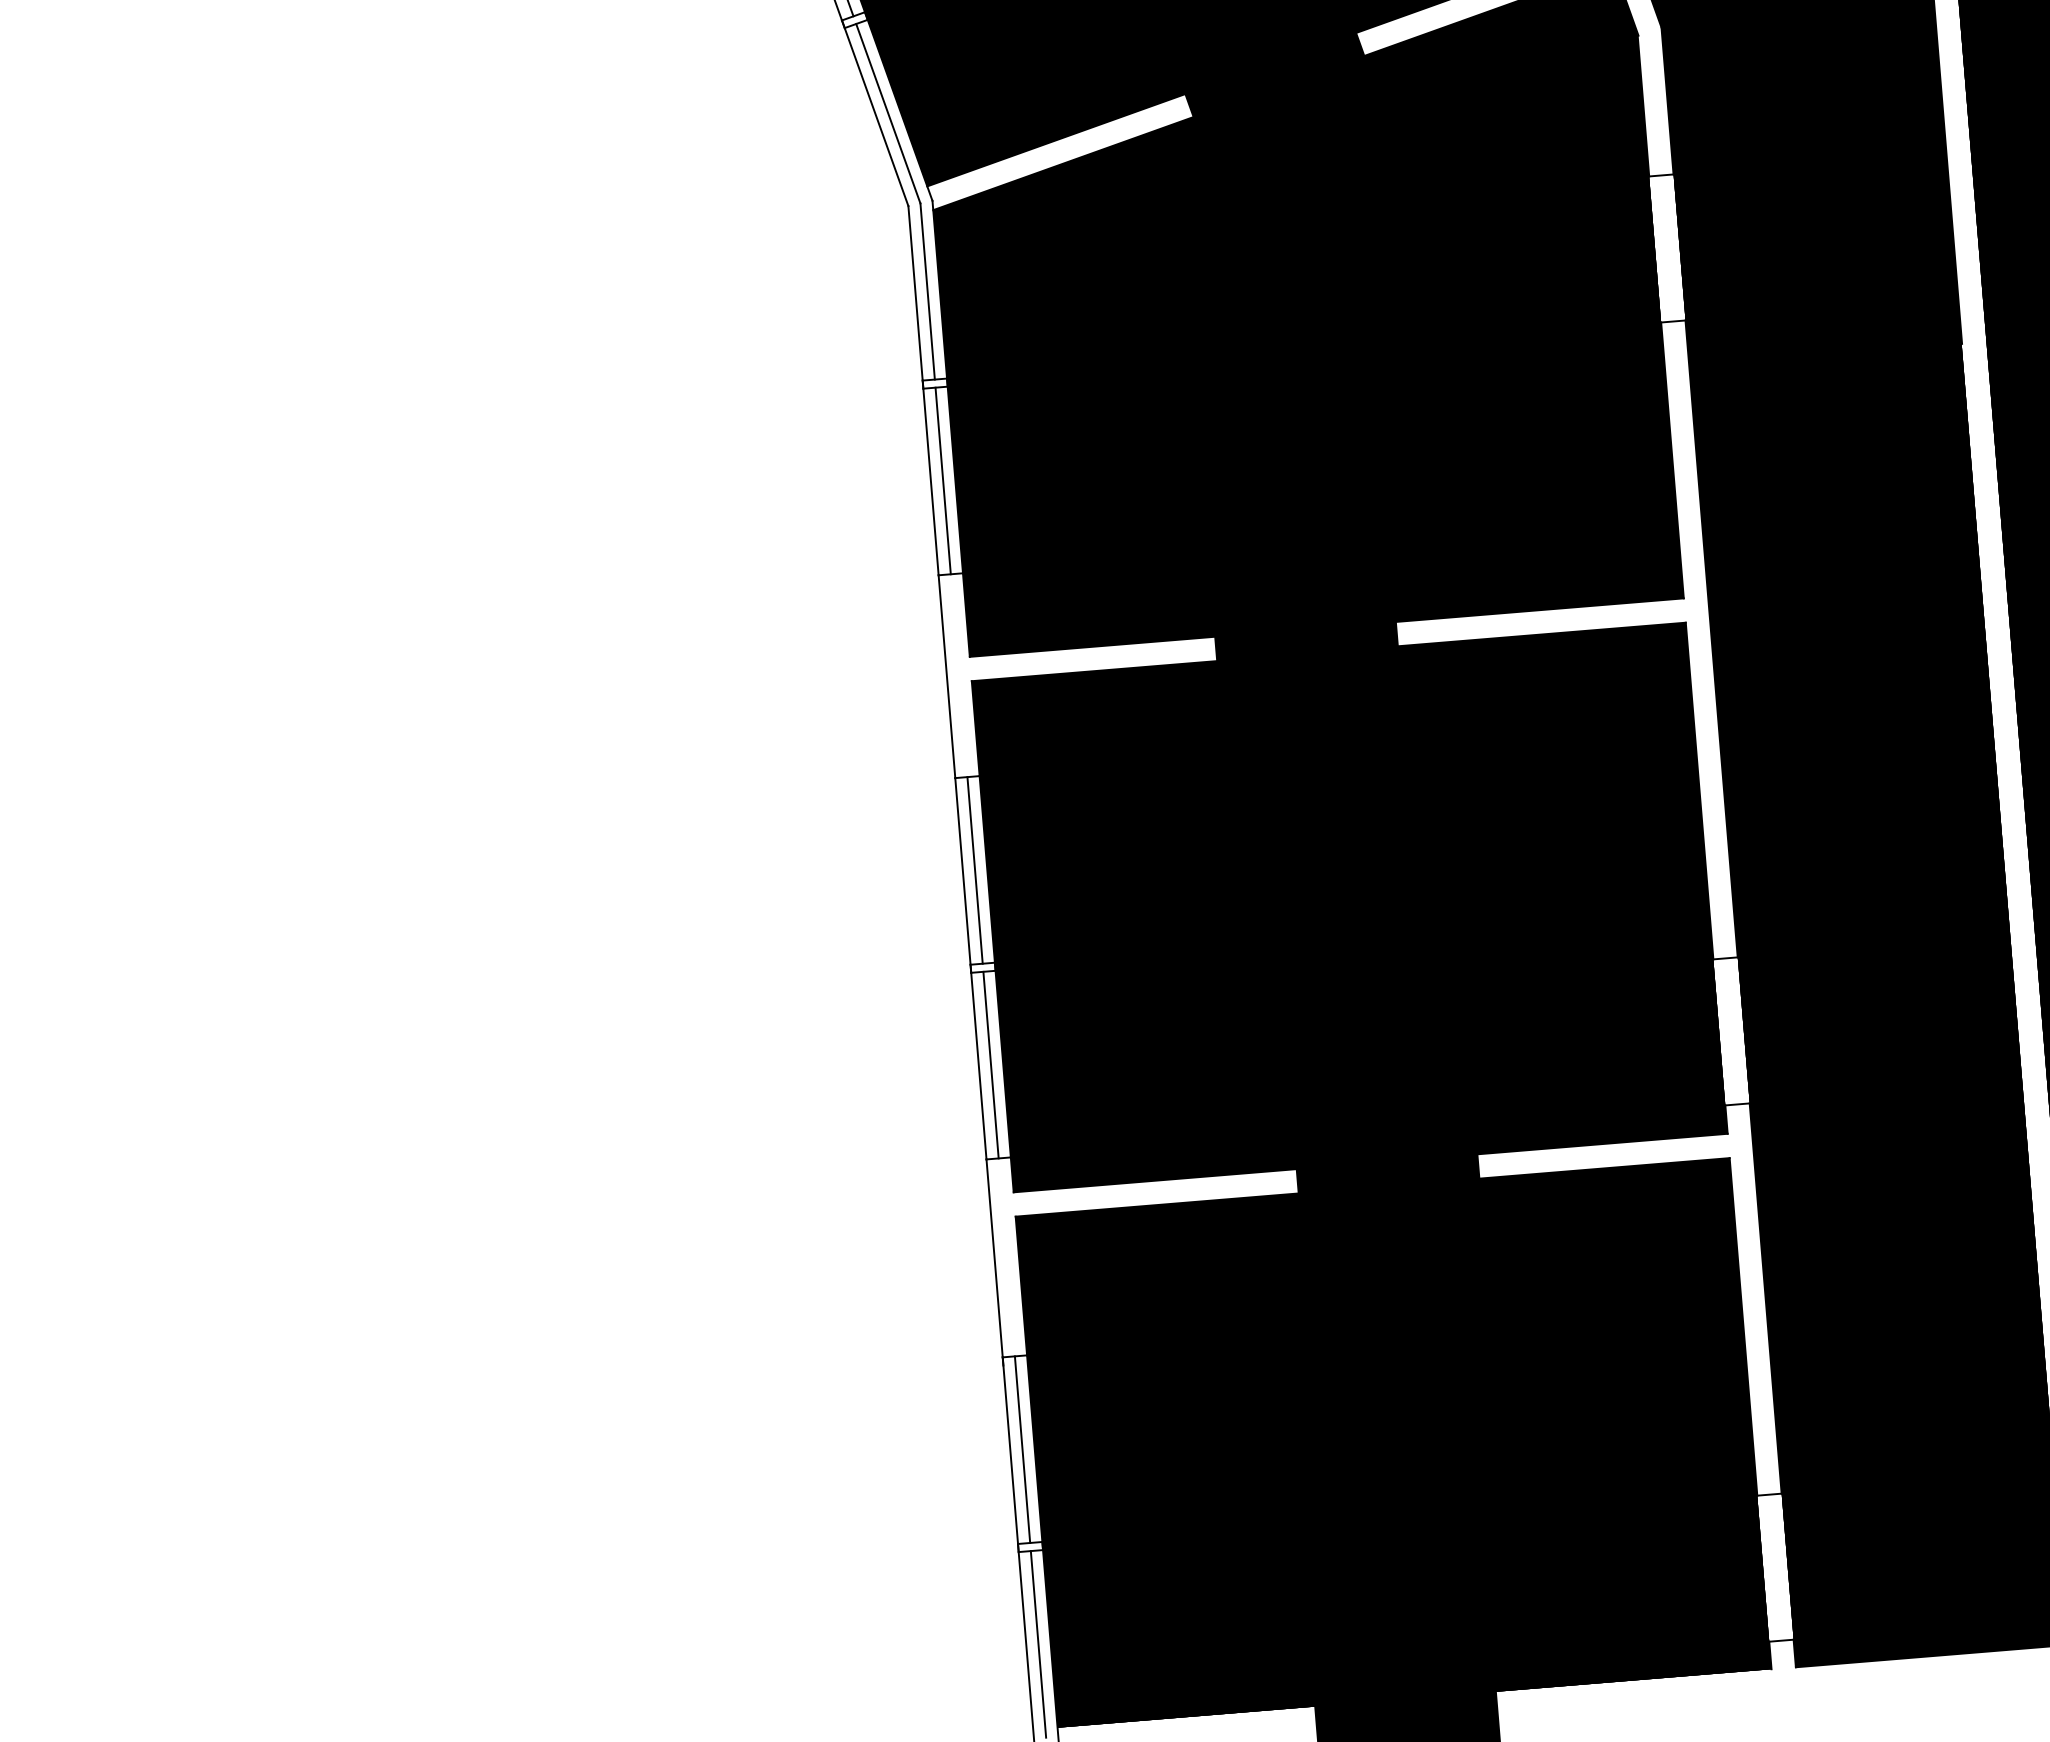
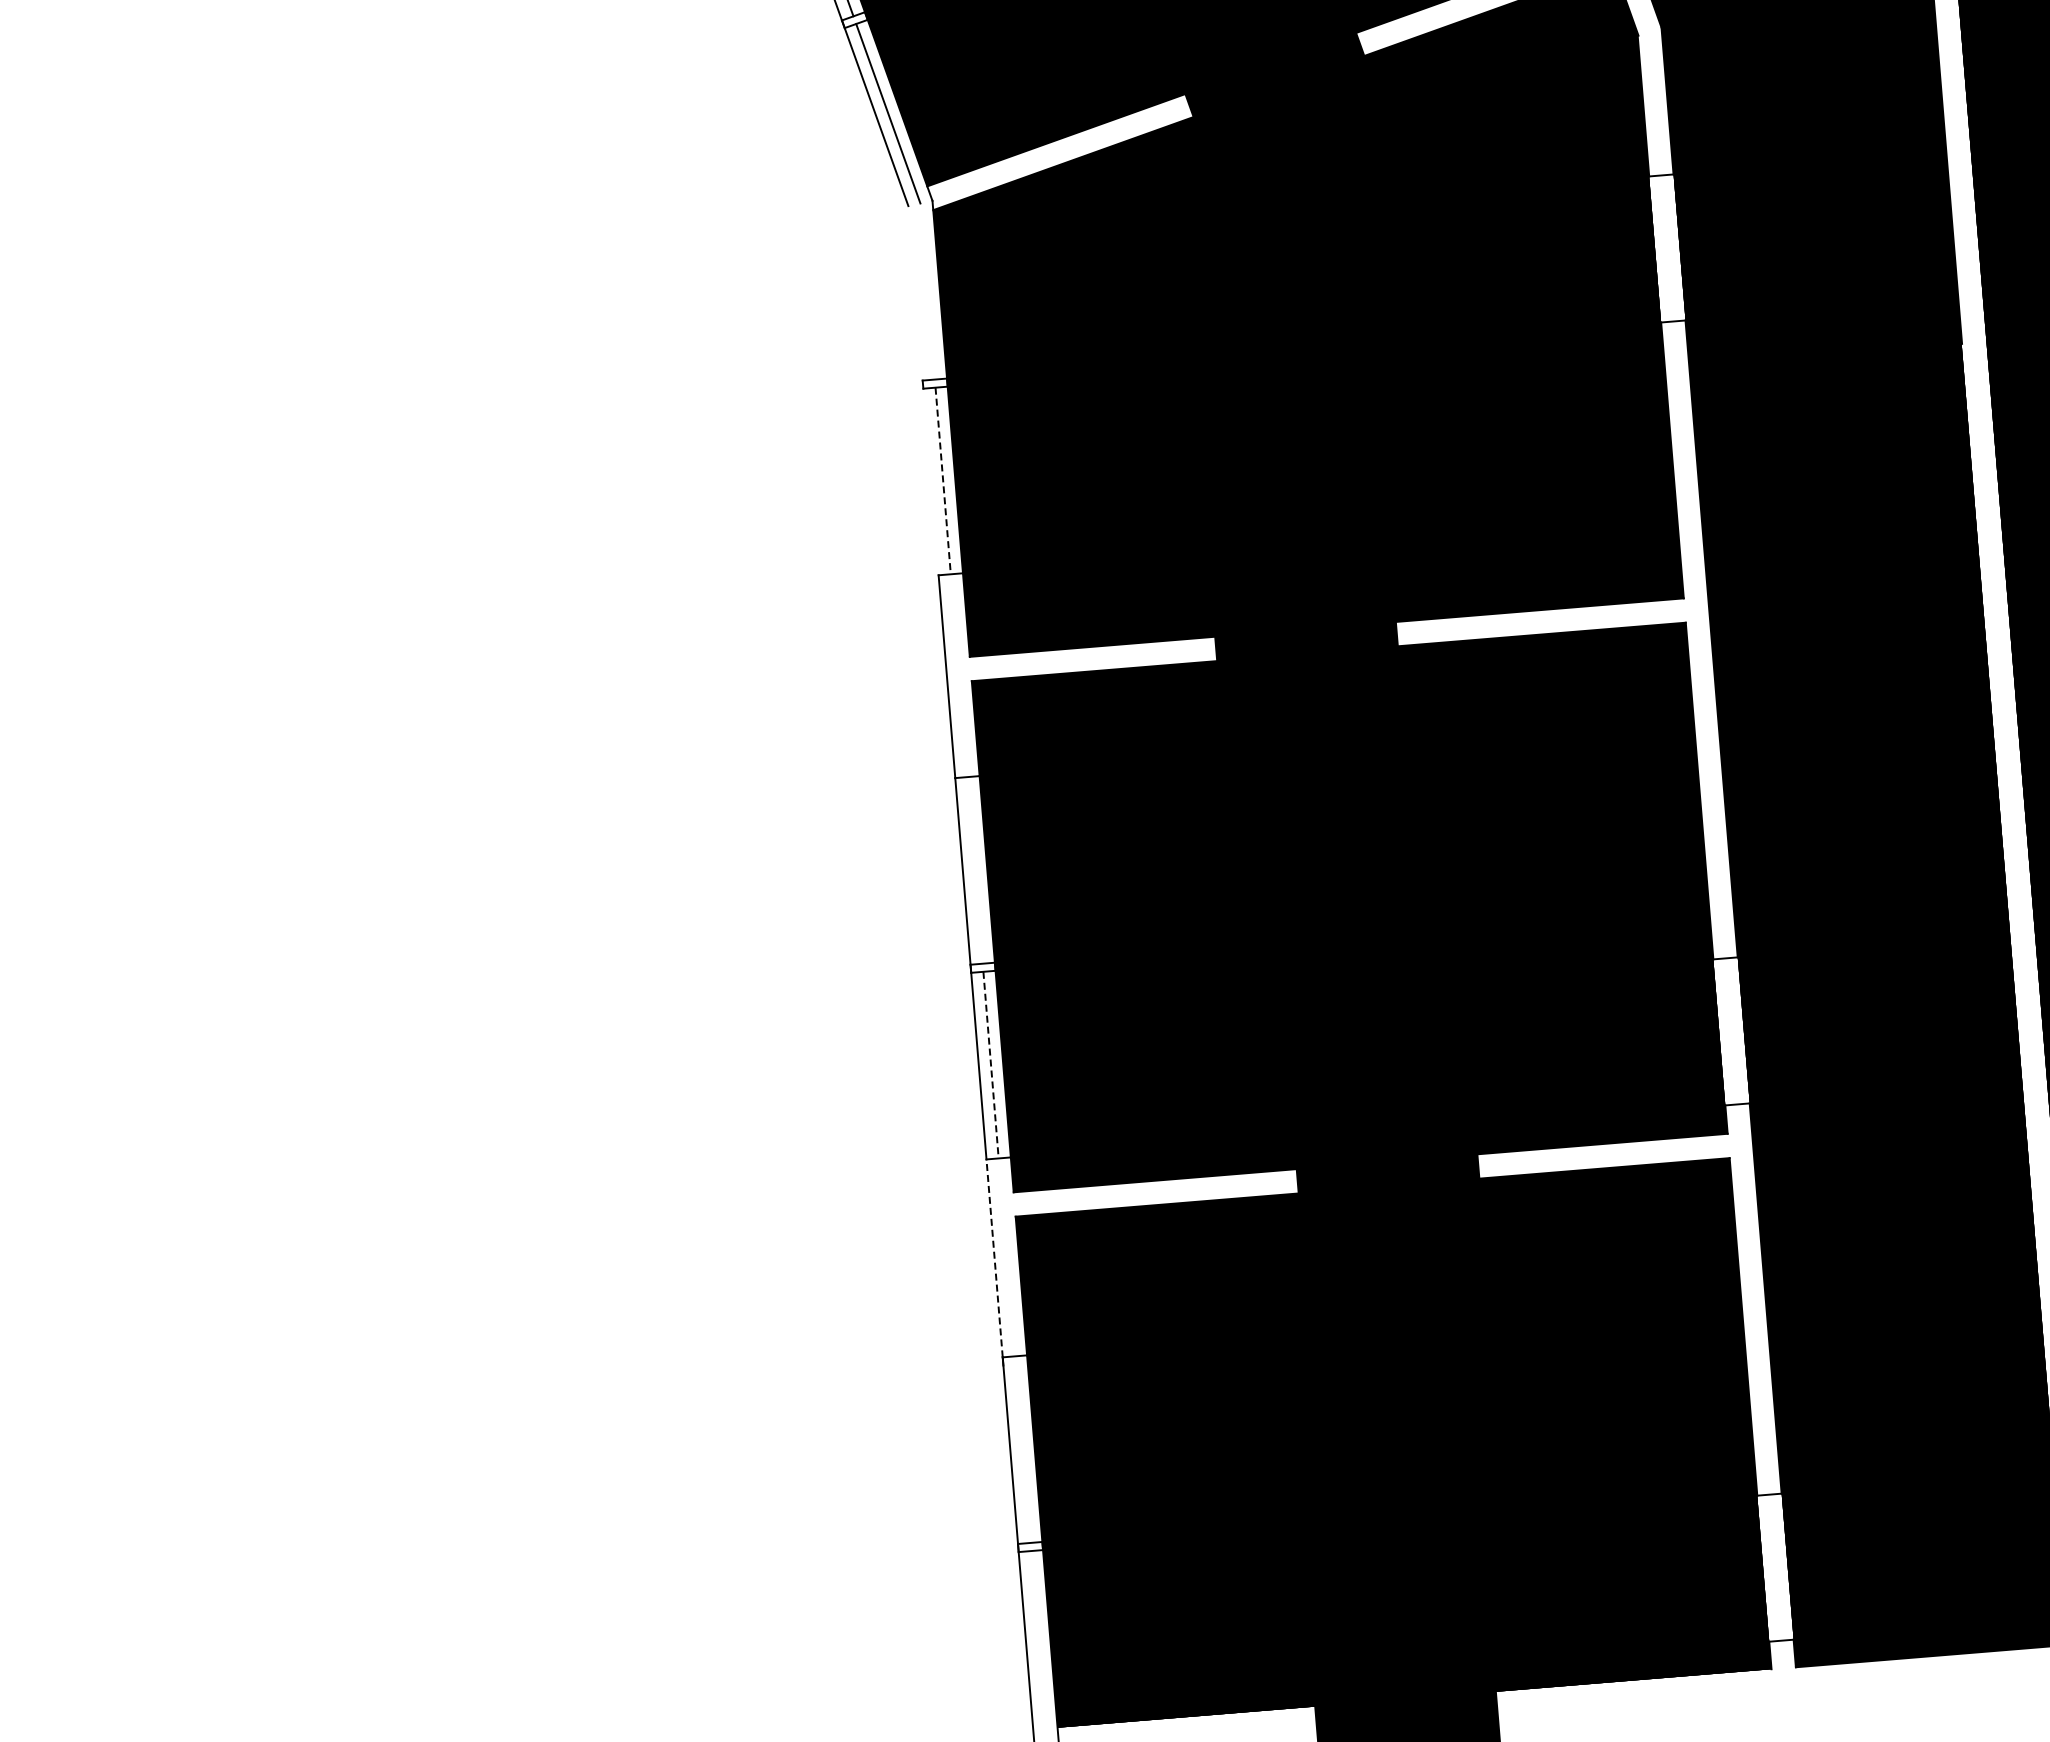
line at (927, 291): present -> none
line at (923, 390): present -> none
line at (943, 480): solid -> dashed
line at (974, 870): present -> none
line at (991, 1065): solid -> dashed
line at (994, 1257): solid -> dashed
line at (1022, 1449): present -> none
line at (1038, 1644): present -> none
